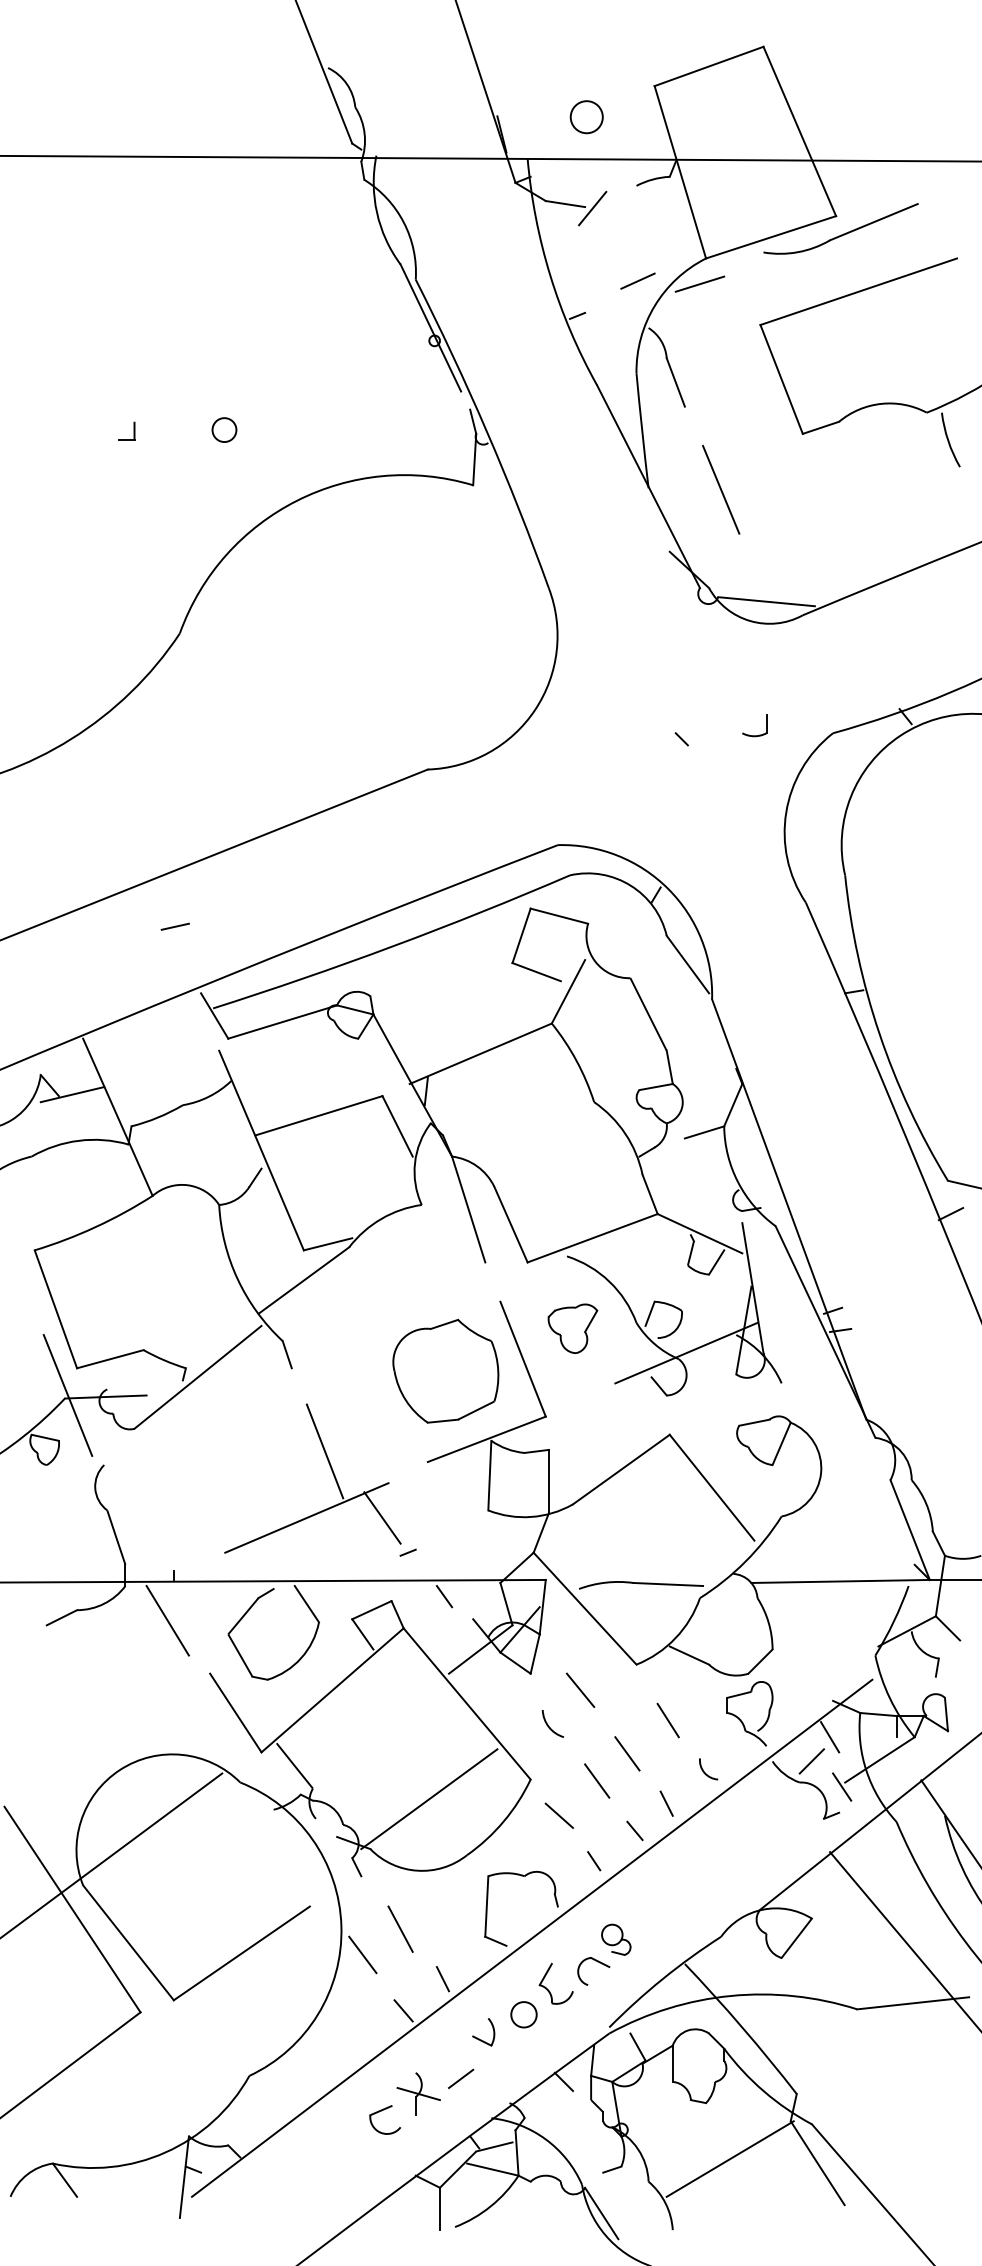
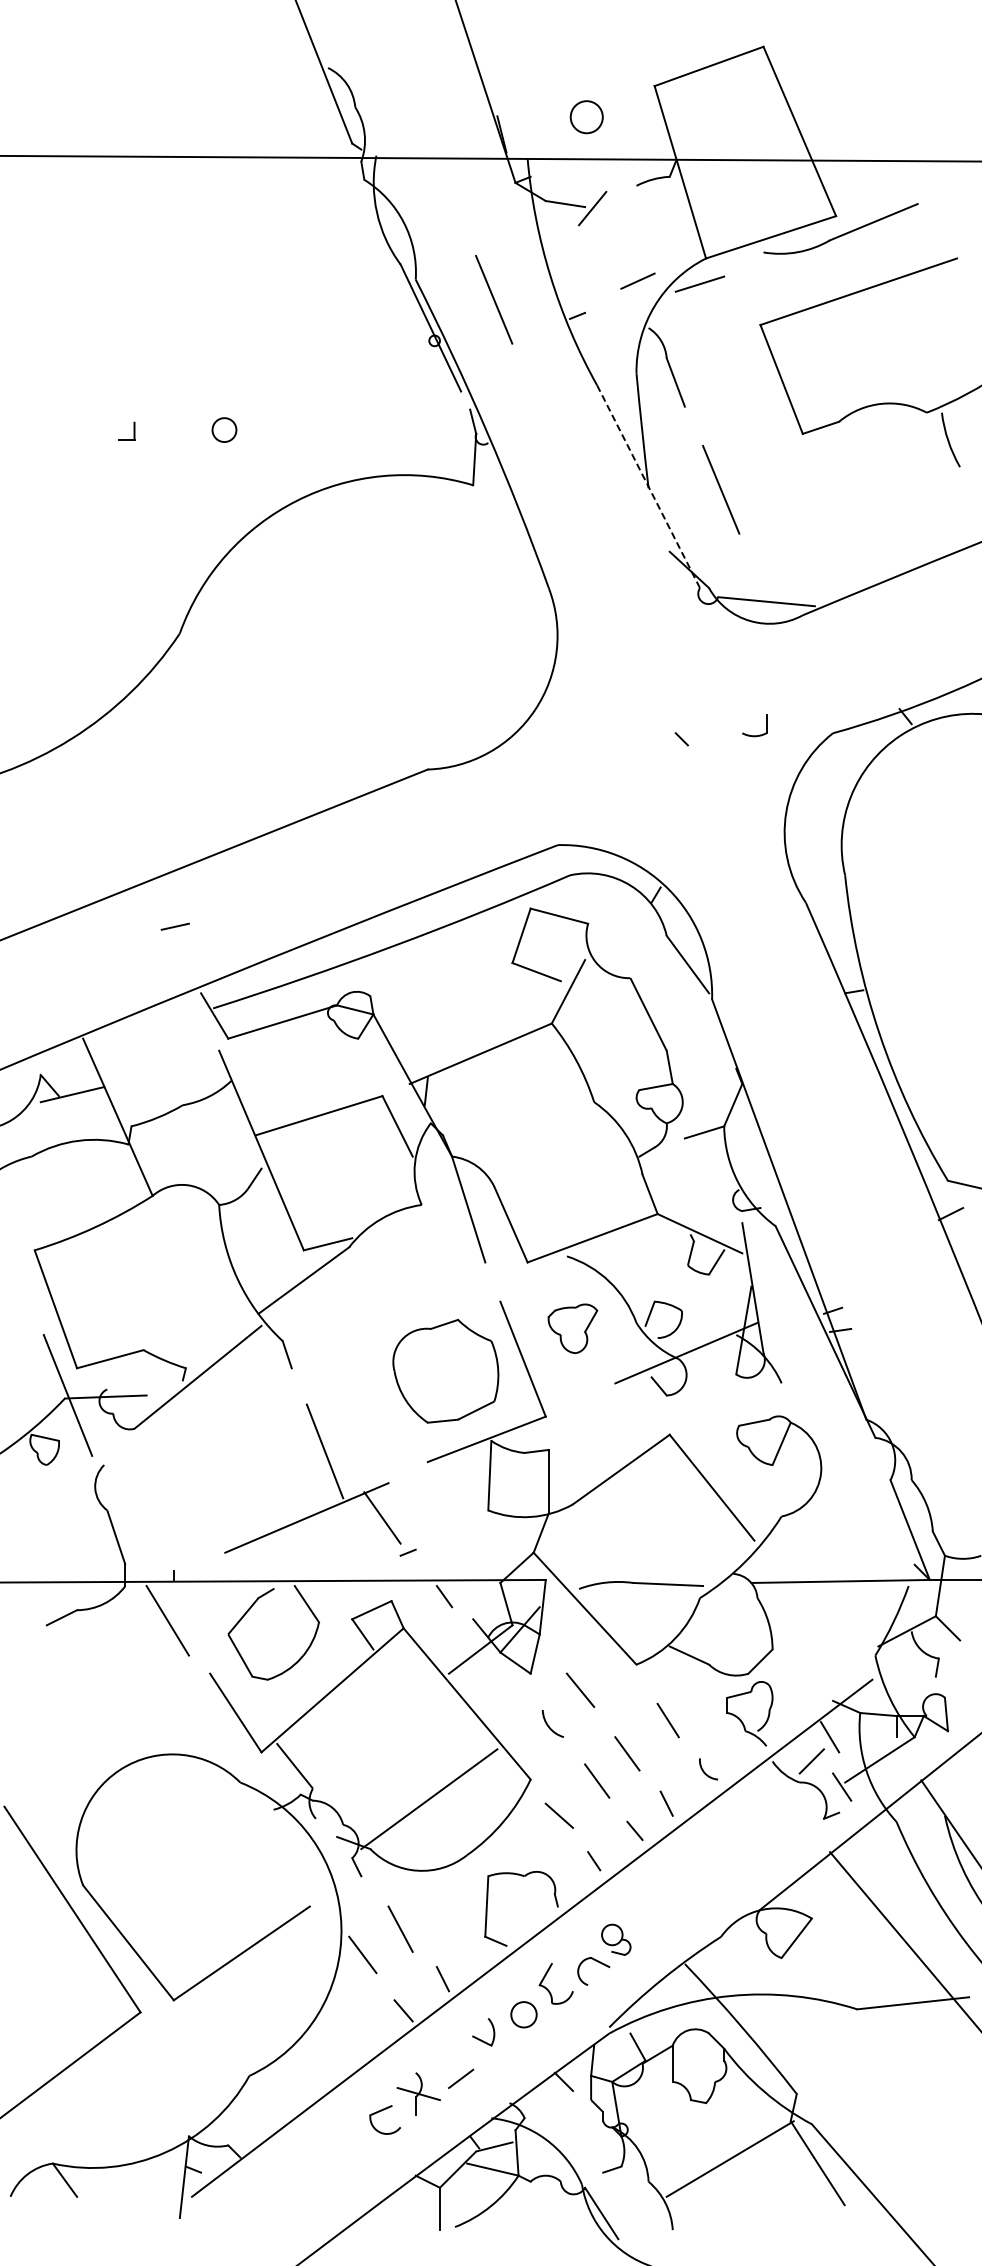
line at (494, 299): none -> present
line at (648, 486): solid -> dashed
line at (112, 1854): present -> none
